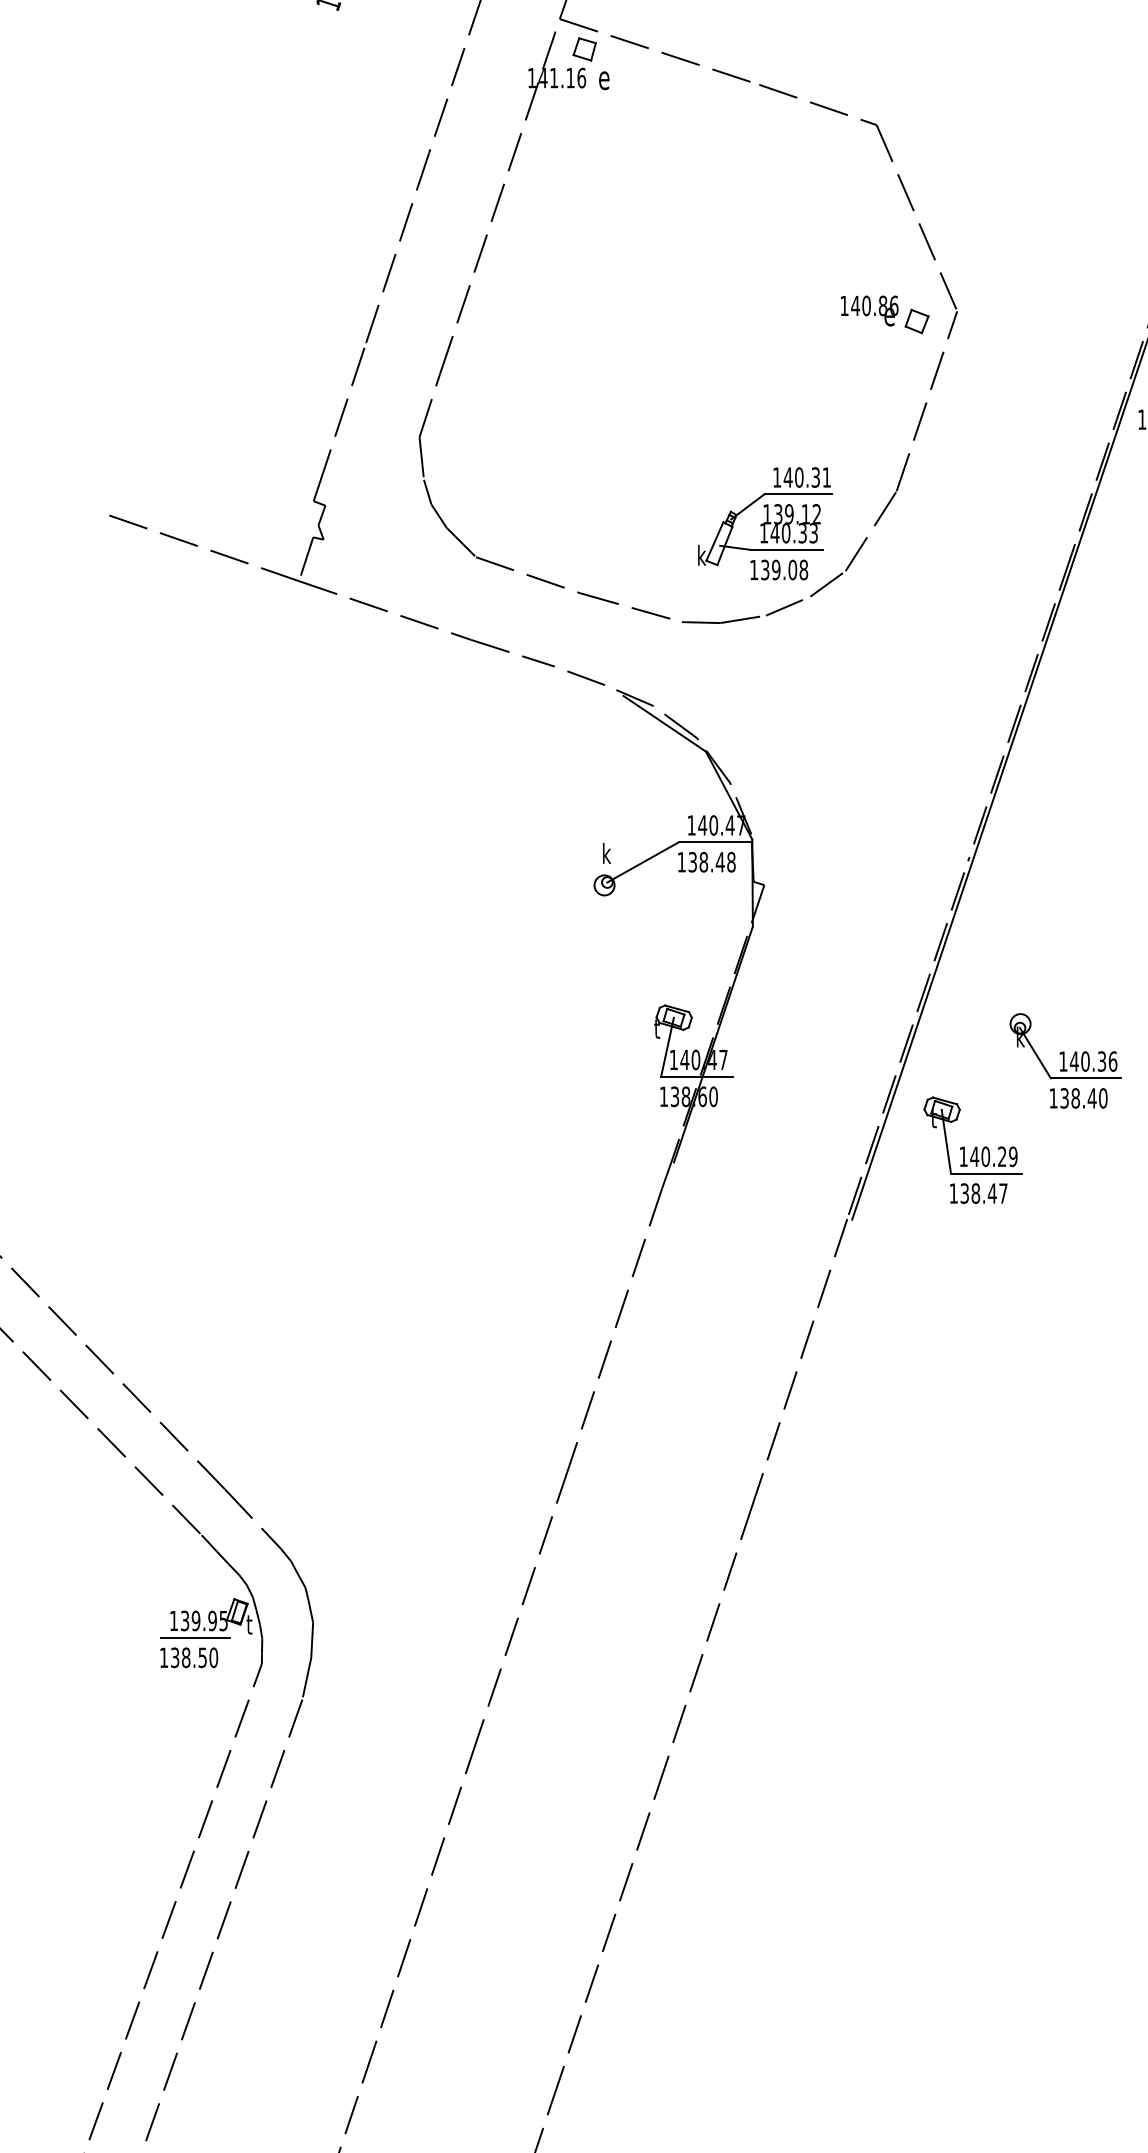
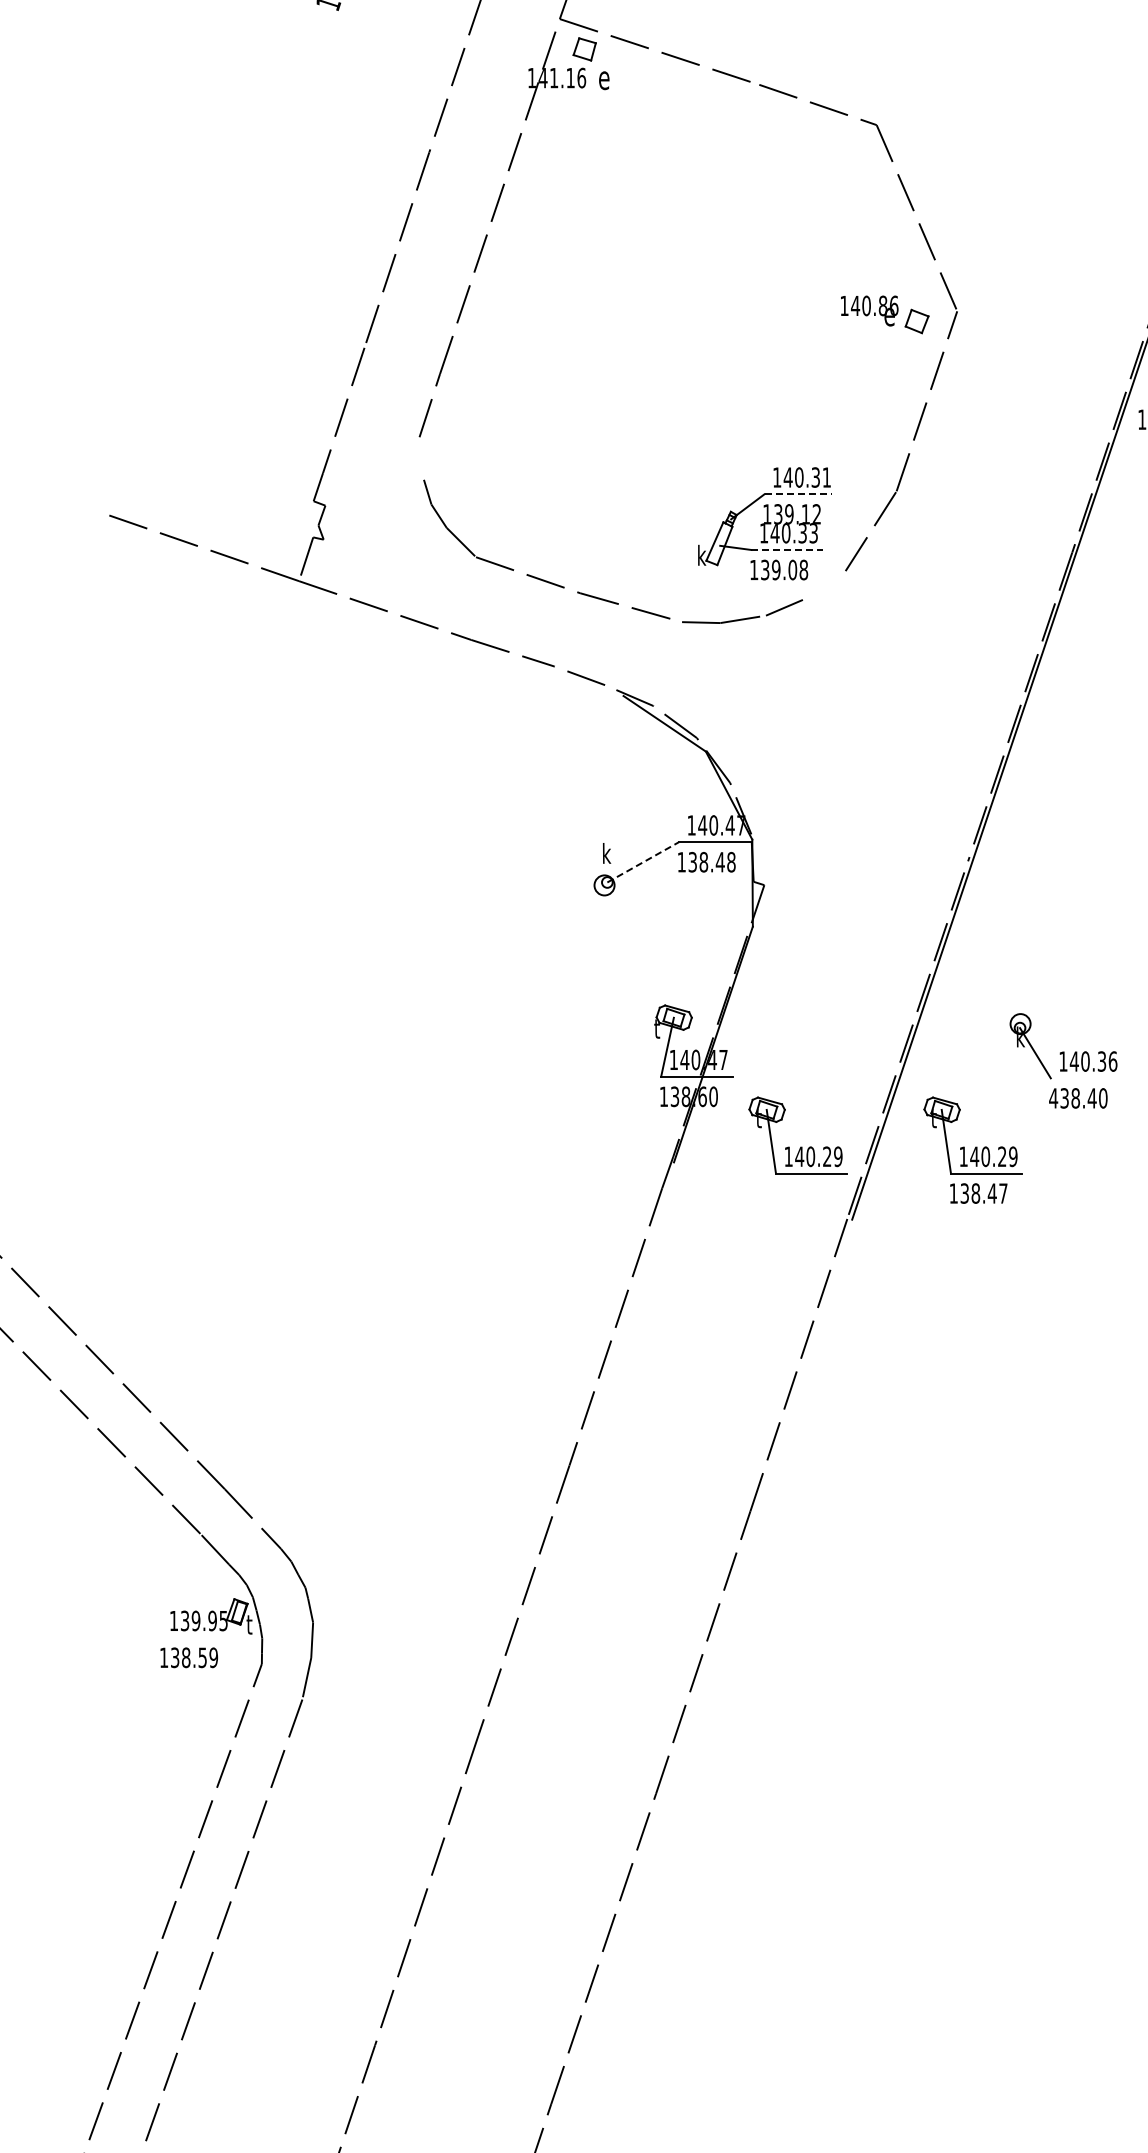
line at (421, 458): present -> none
line at (798, 494): solid -> dashed
line at (787, 549): solid -> dashed
line at (827, 583): present -> none
line at (643, 862): solid -> dashed
line at (1085, 1078): present -> none
text at (1053, 1098): 138.40 -> 438.40
part at (800, 1146): none -> present
line at (195, 1637): present -> none
text at (213, 1657): 138.50 -> 138.59
